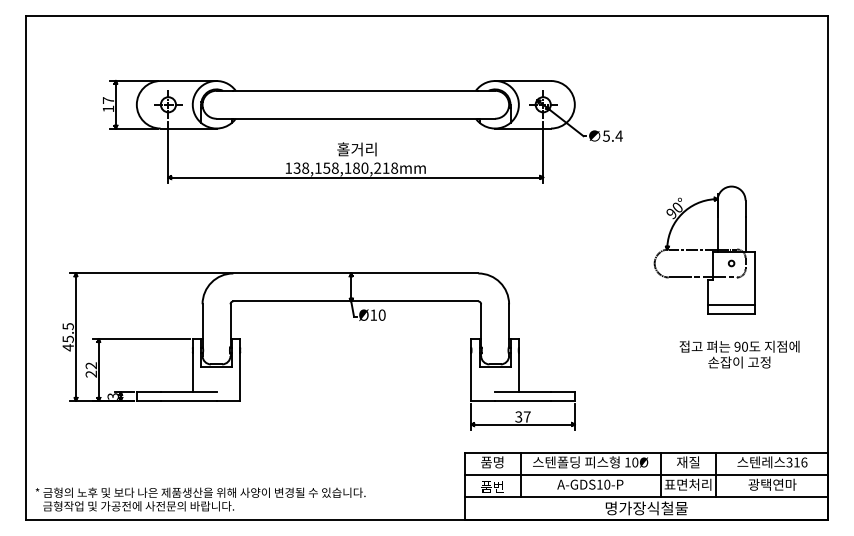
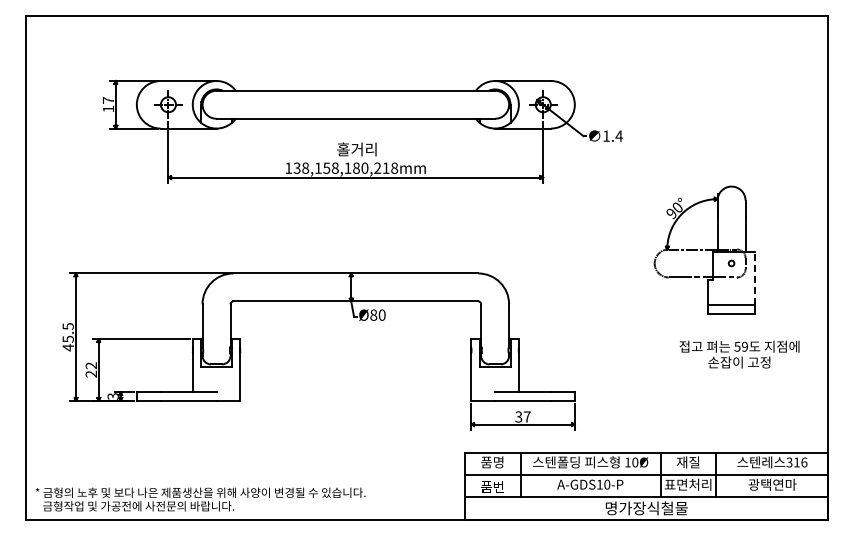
text at (606, 135): 5.4 -> 1.4
line at (755, 278): solid -> dashed
text at (373, 314): Ø10 -> Ø80
text at (740, 346): 90 -> 59
